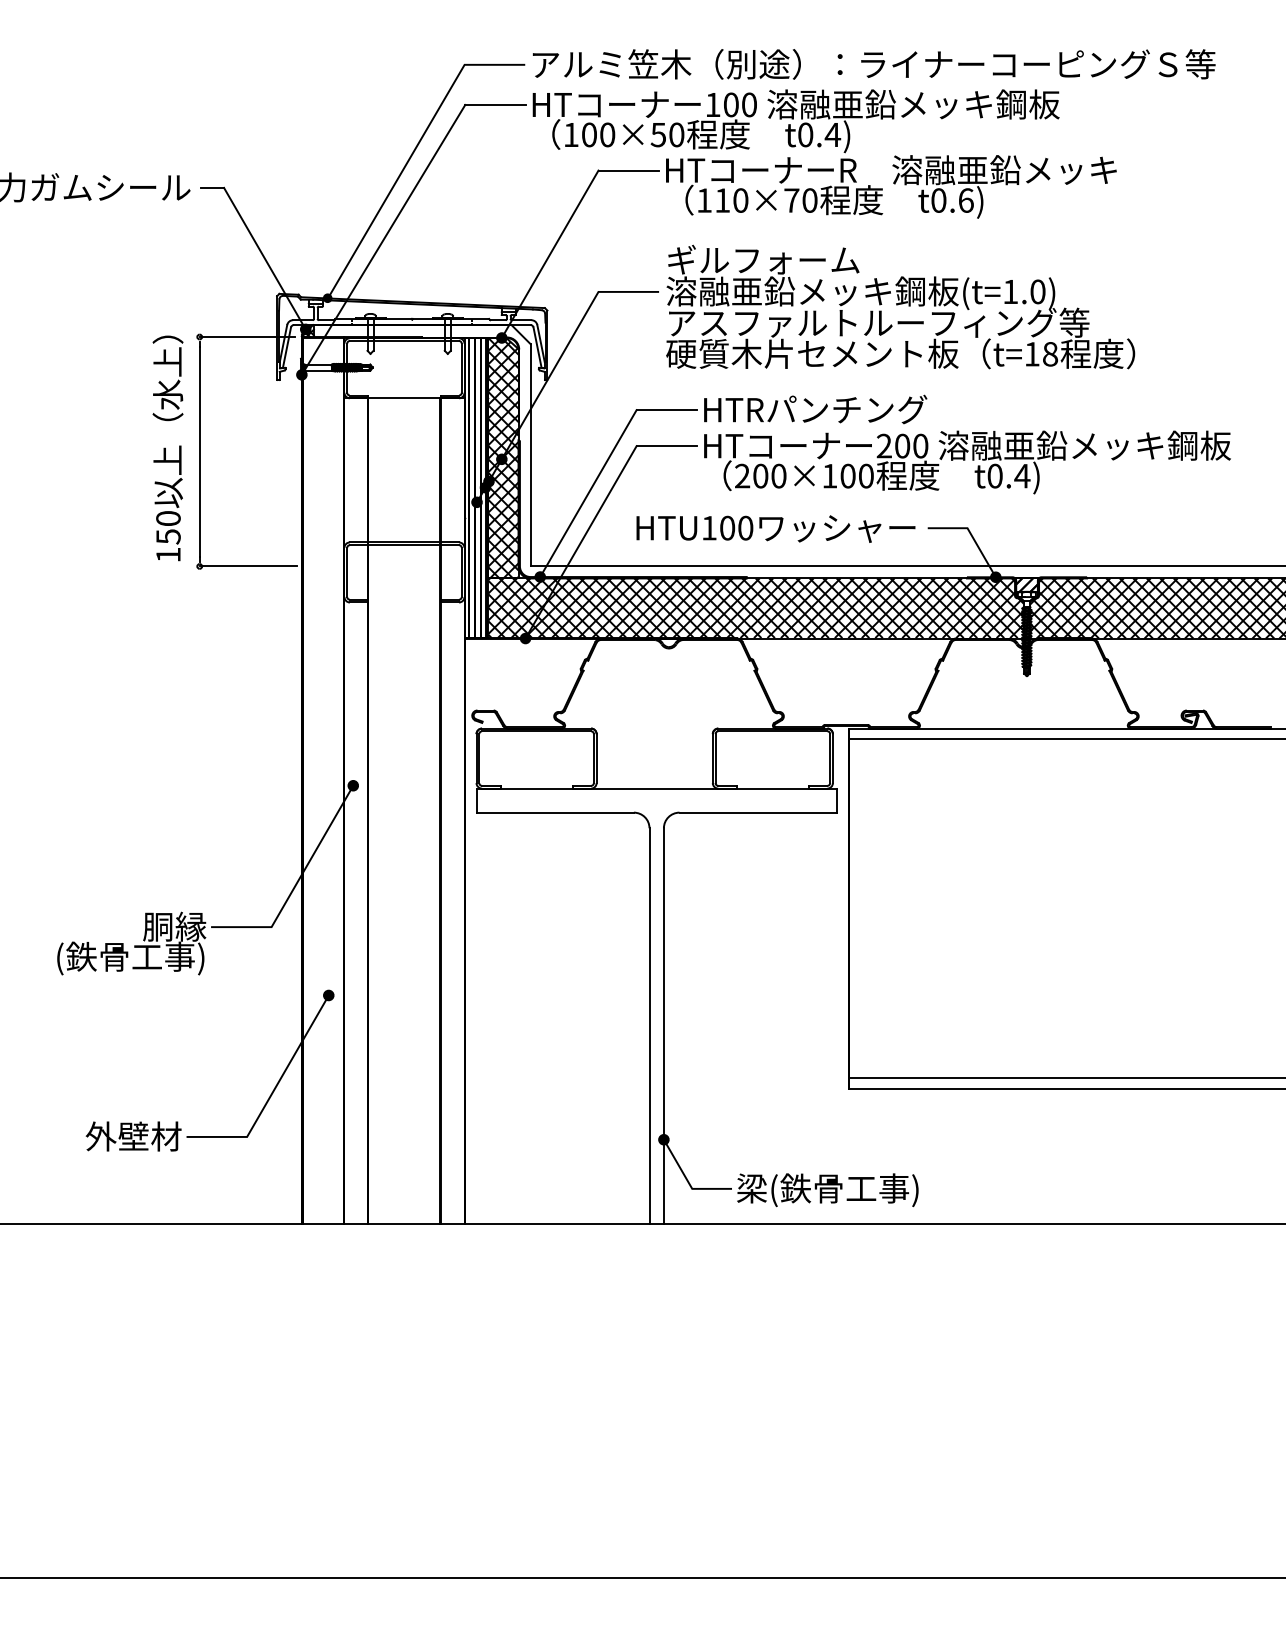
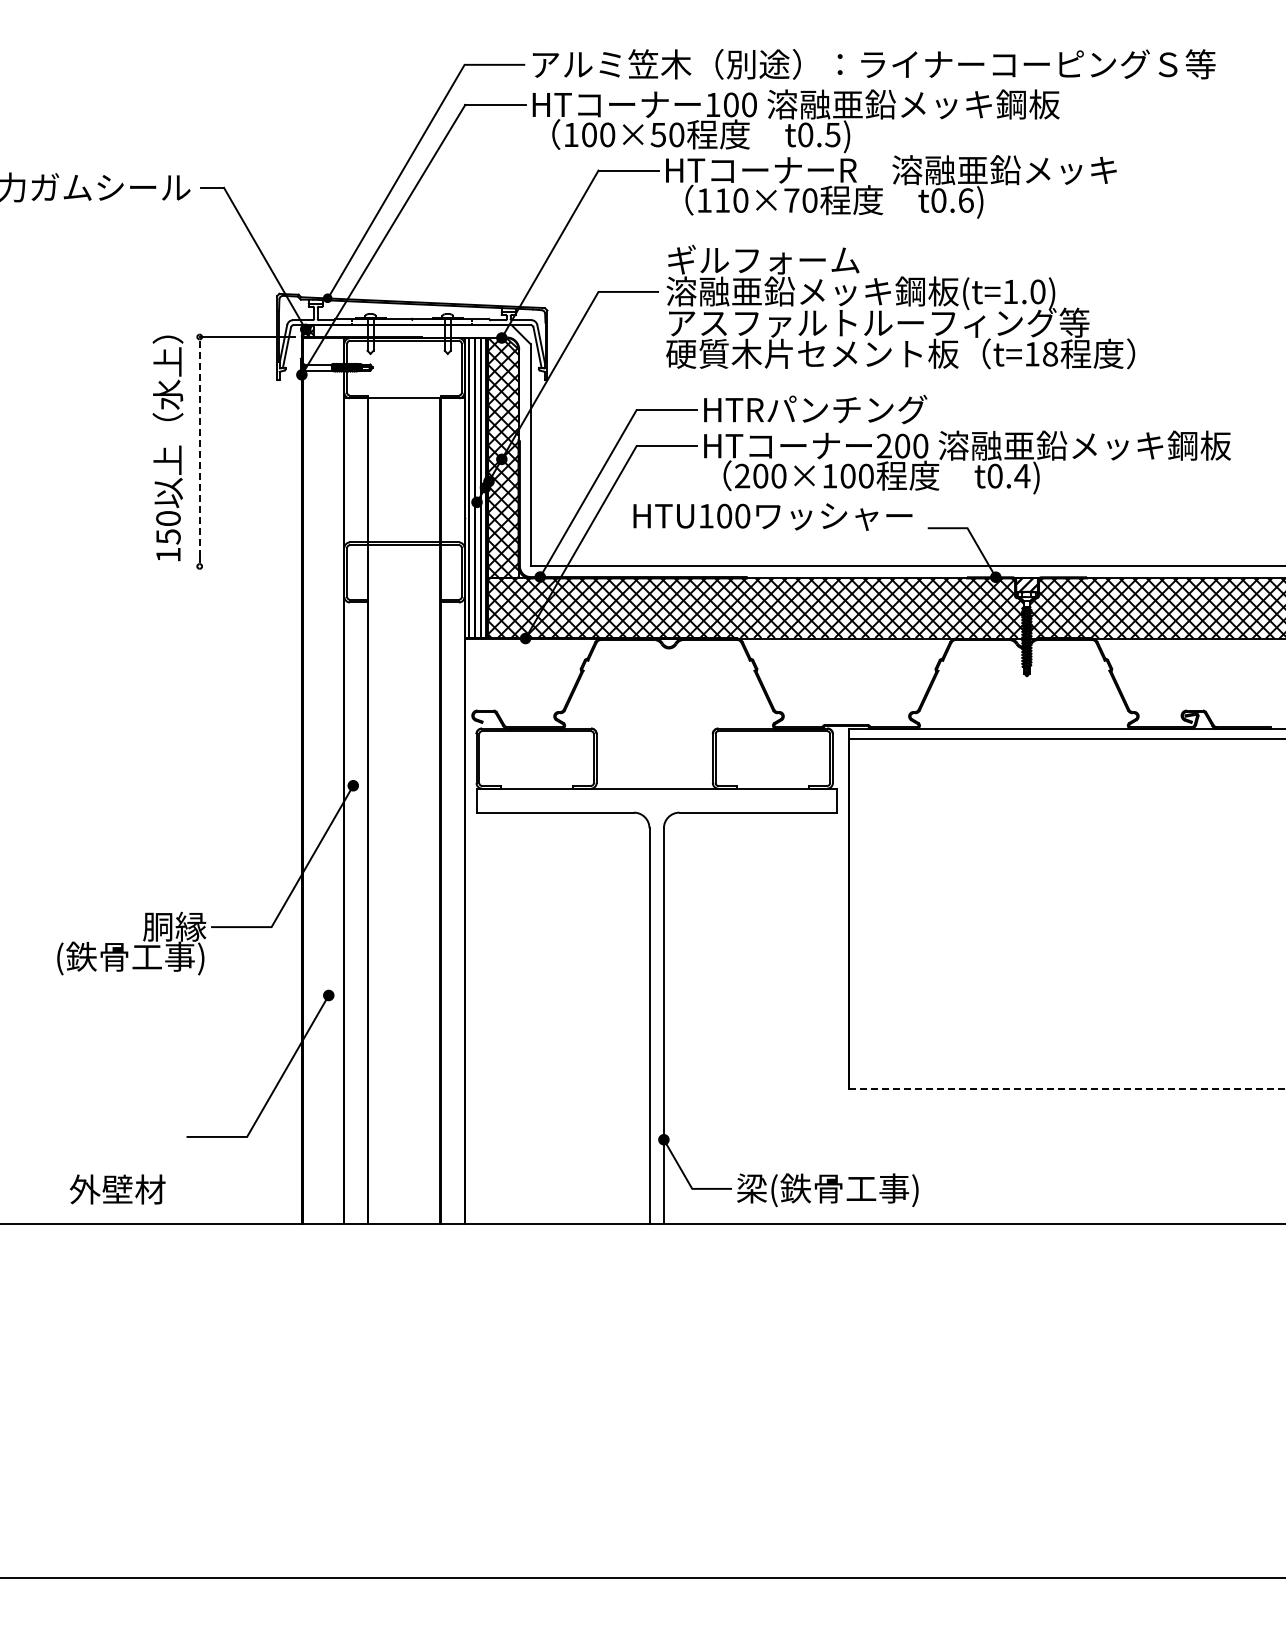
text at (832, 135): t0.4) -> t0.5)
line at (199, 451): solid -> dashed
text at (775, 528) position: (775, 528) -> (772, 516)
line at (247, 566): present -> none
line at (1065, 1078): present -> none
line at (1067, 1088): solid -> dashed
text at (133, 1136) position: (133, 1136) -> (117, 1189)
